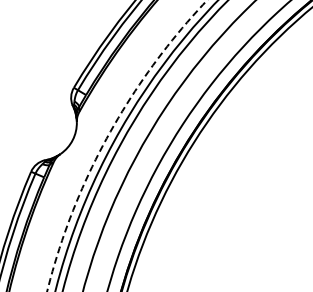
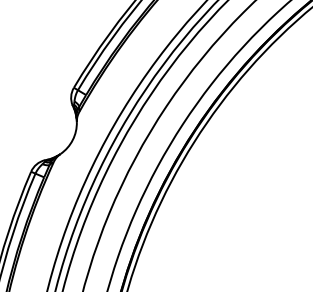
circle at (126, 145): dashed -> solid
